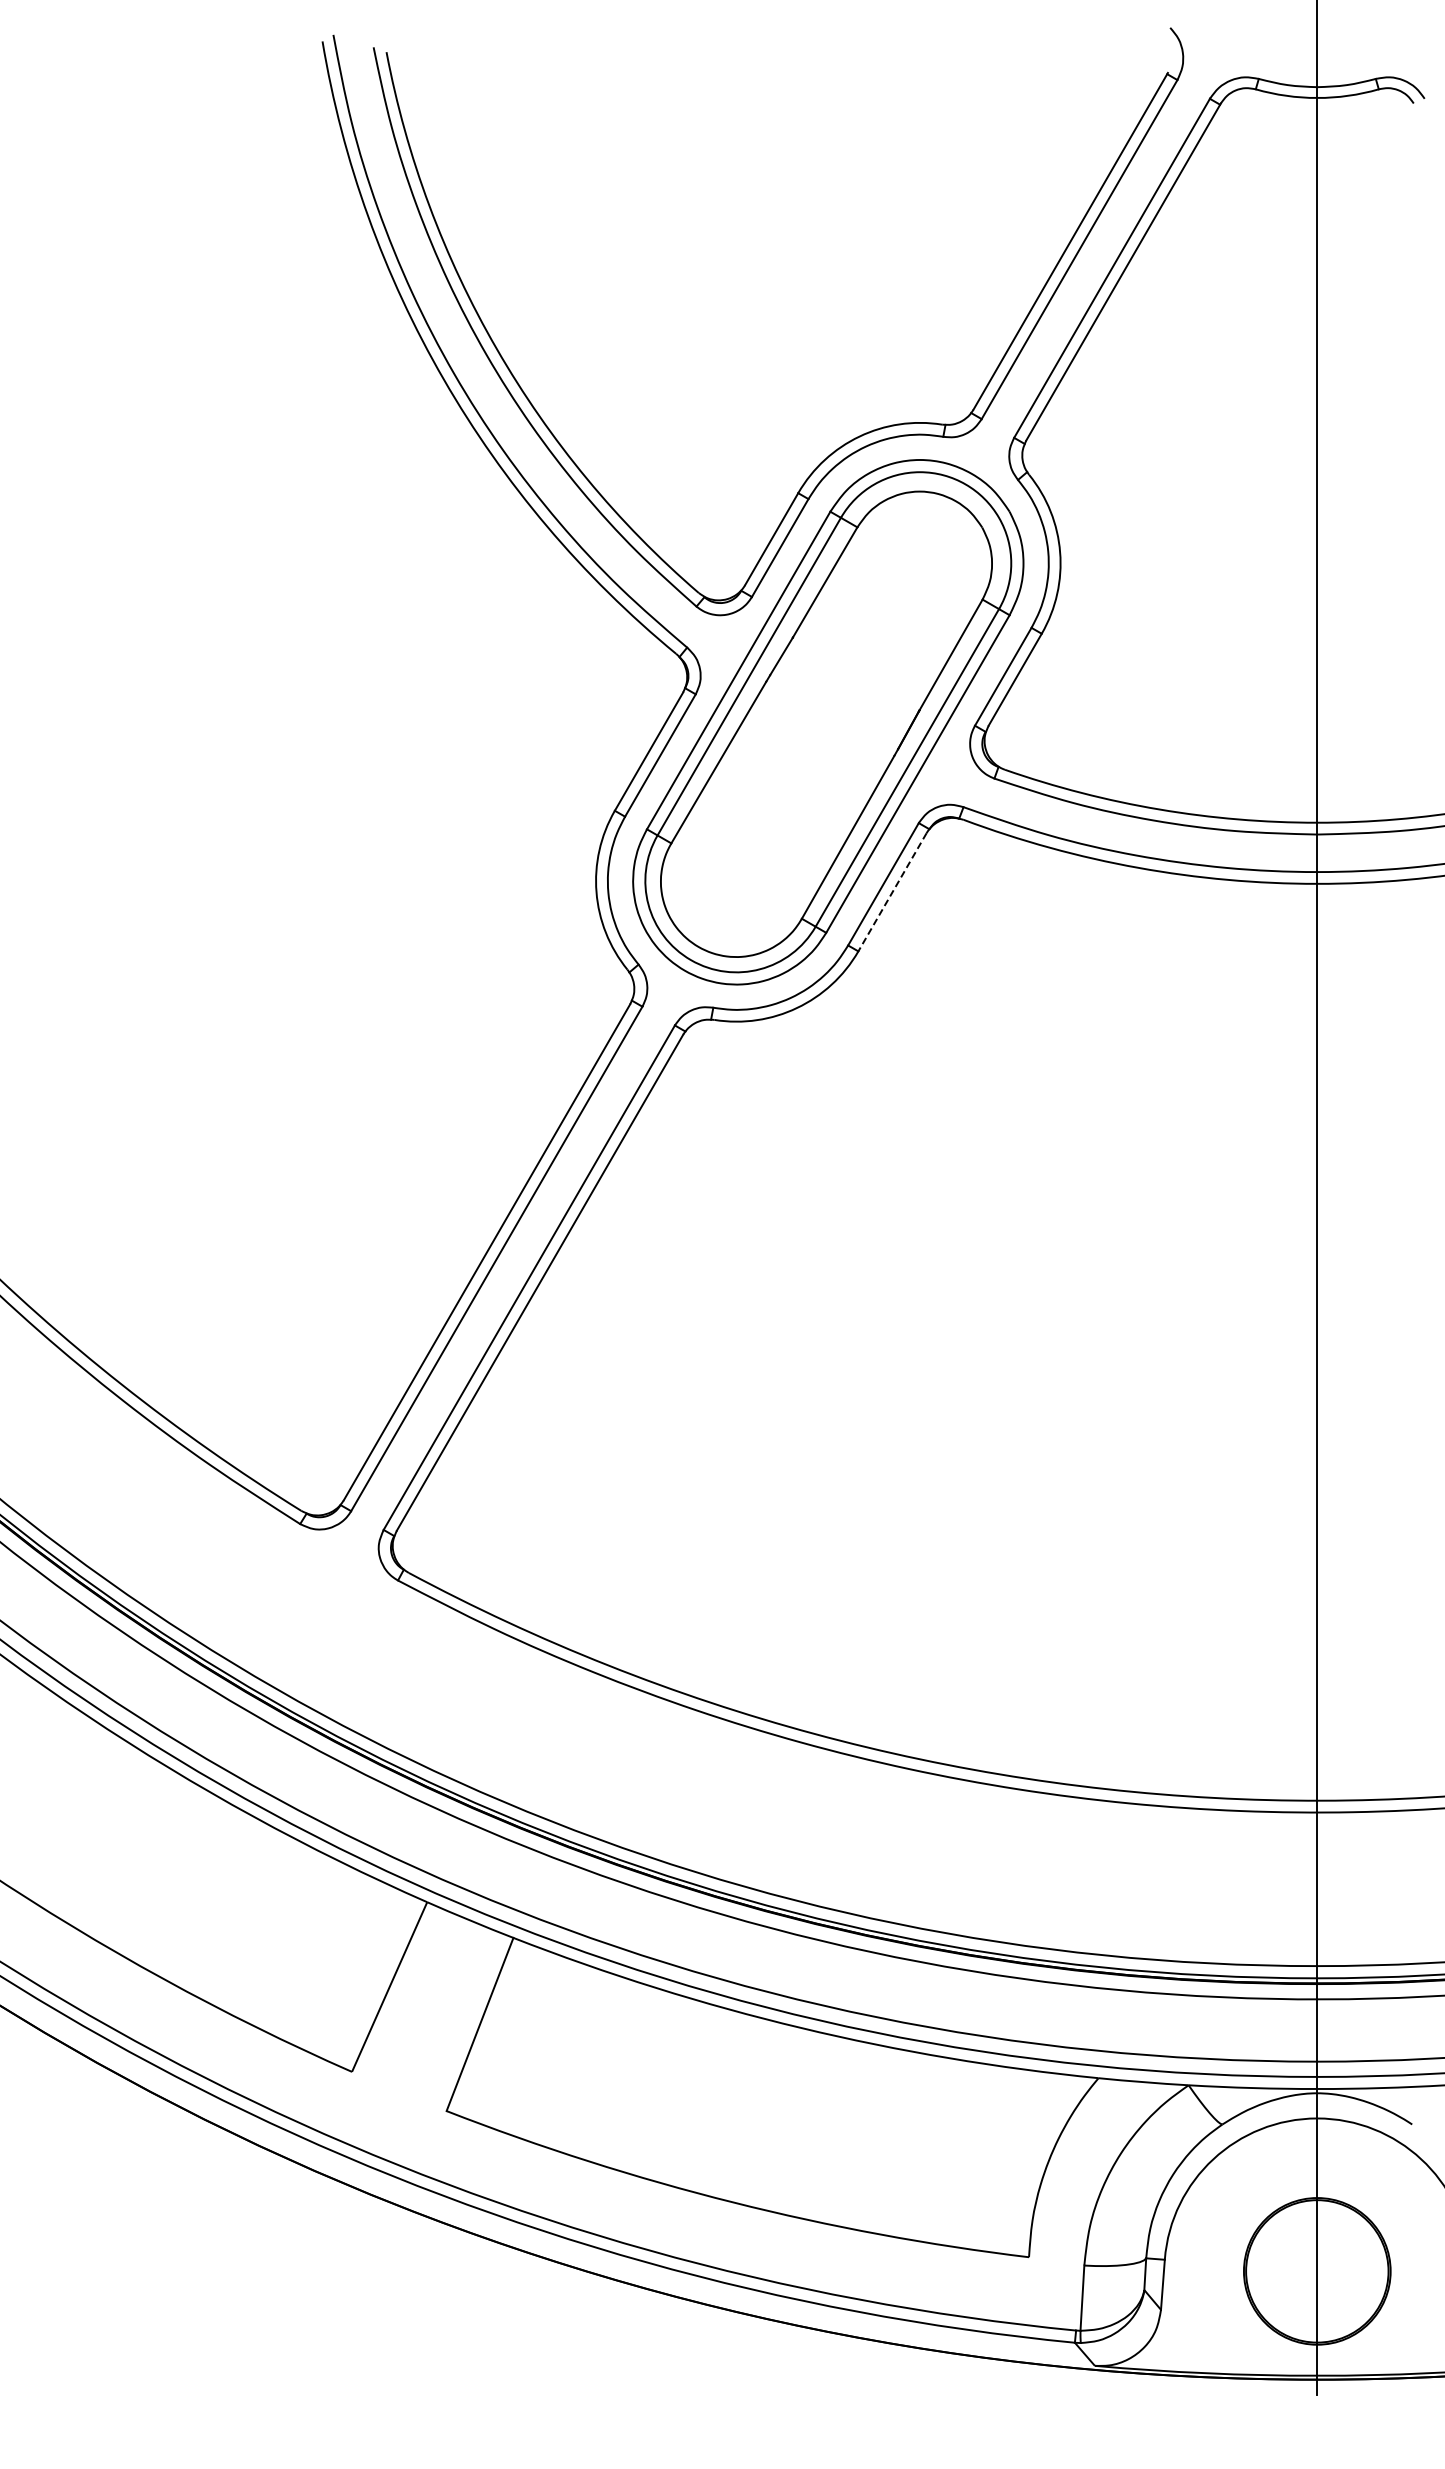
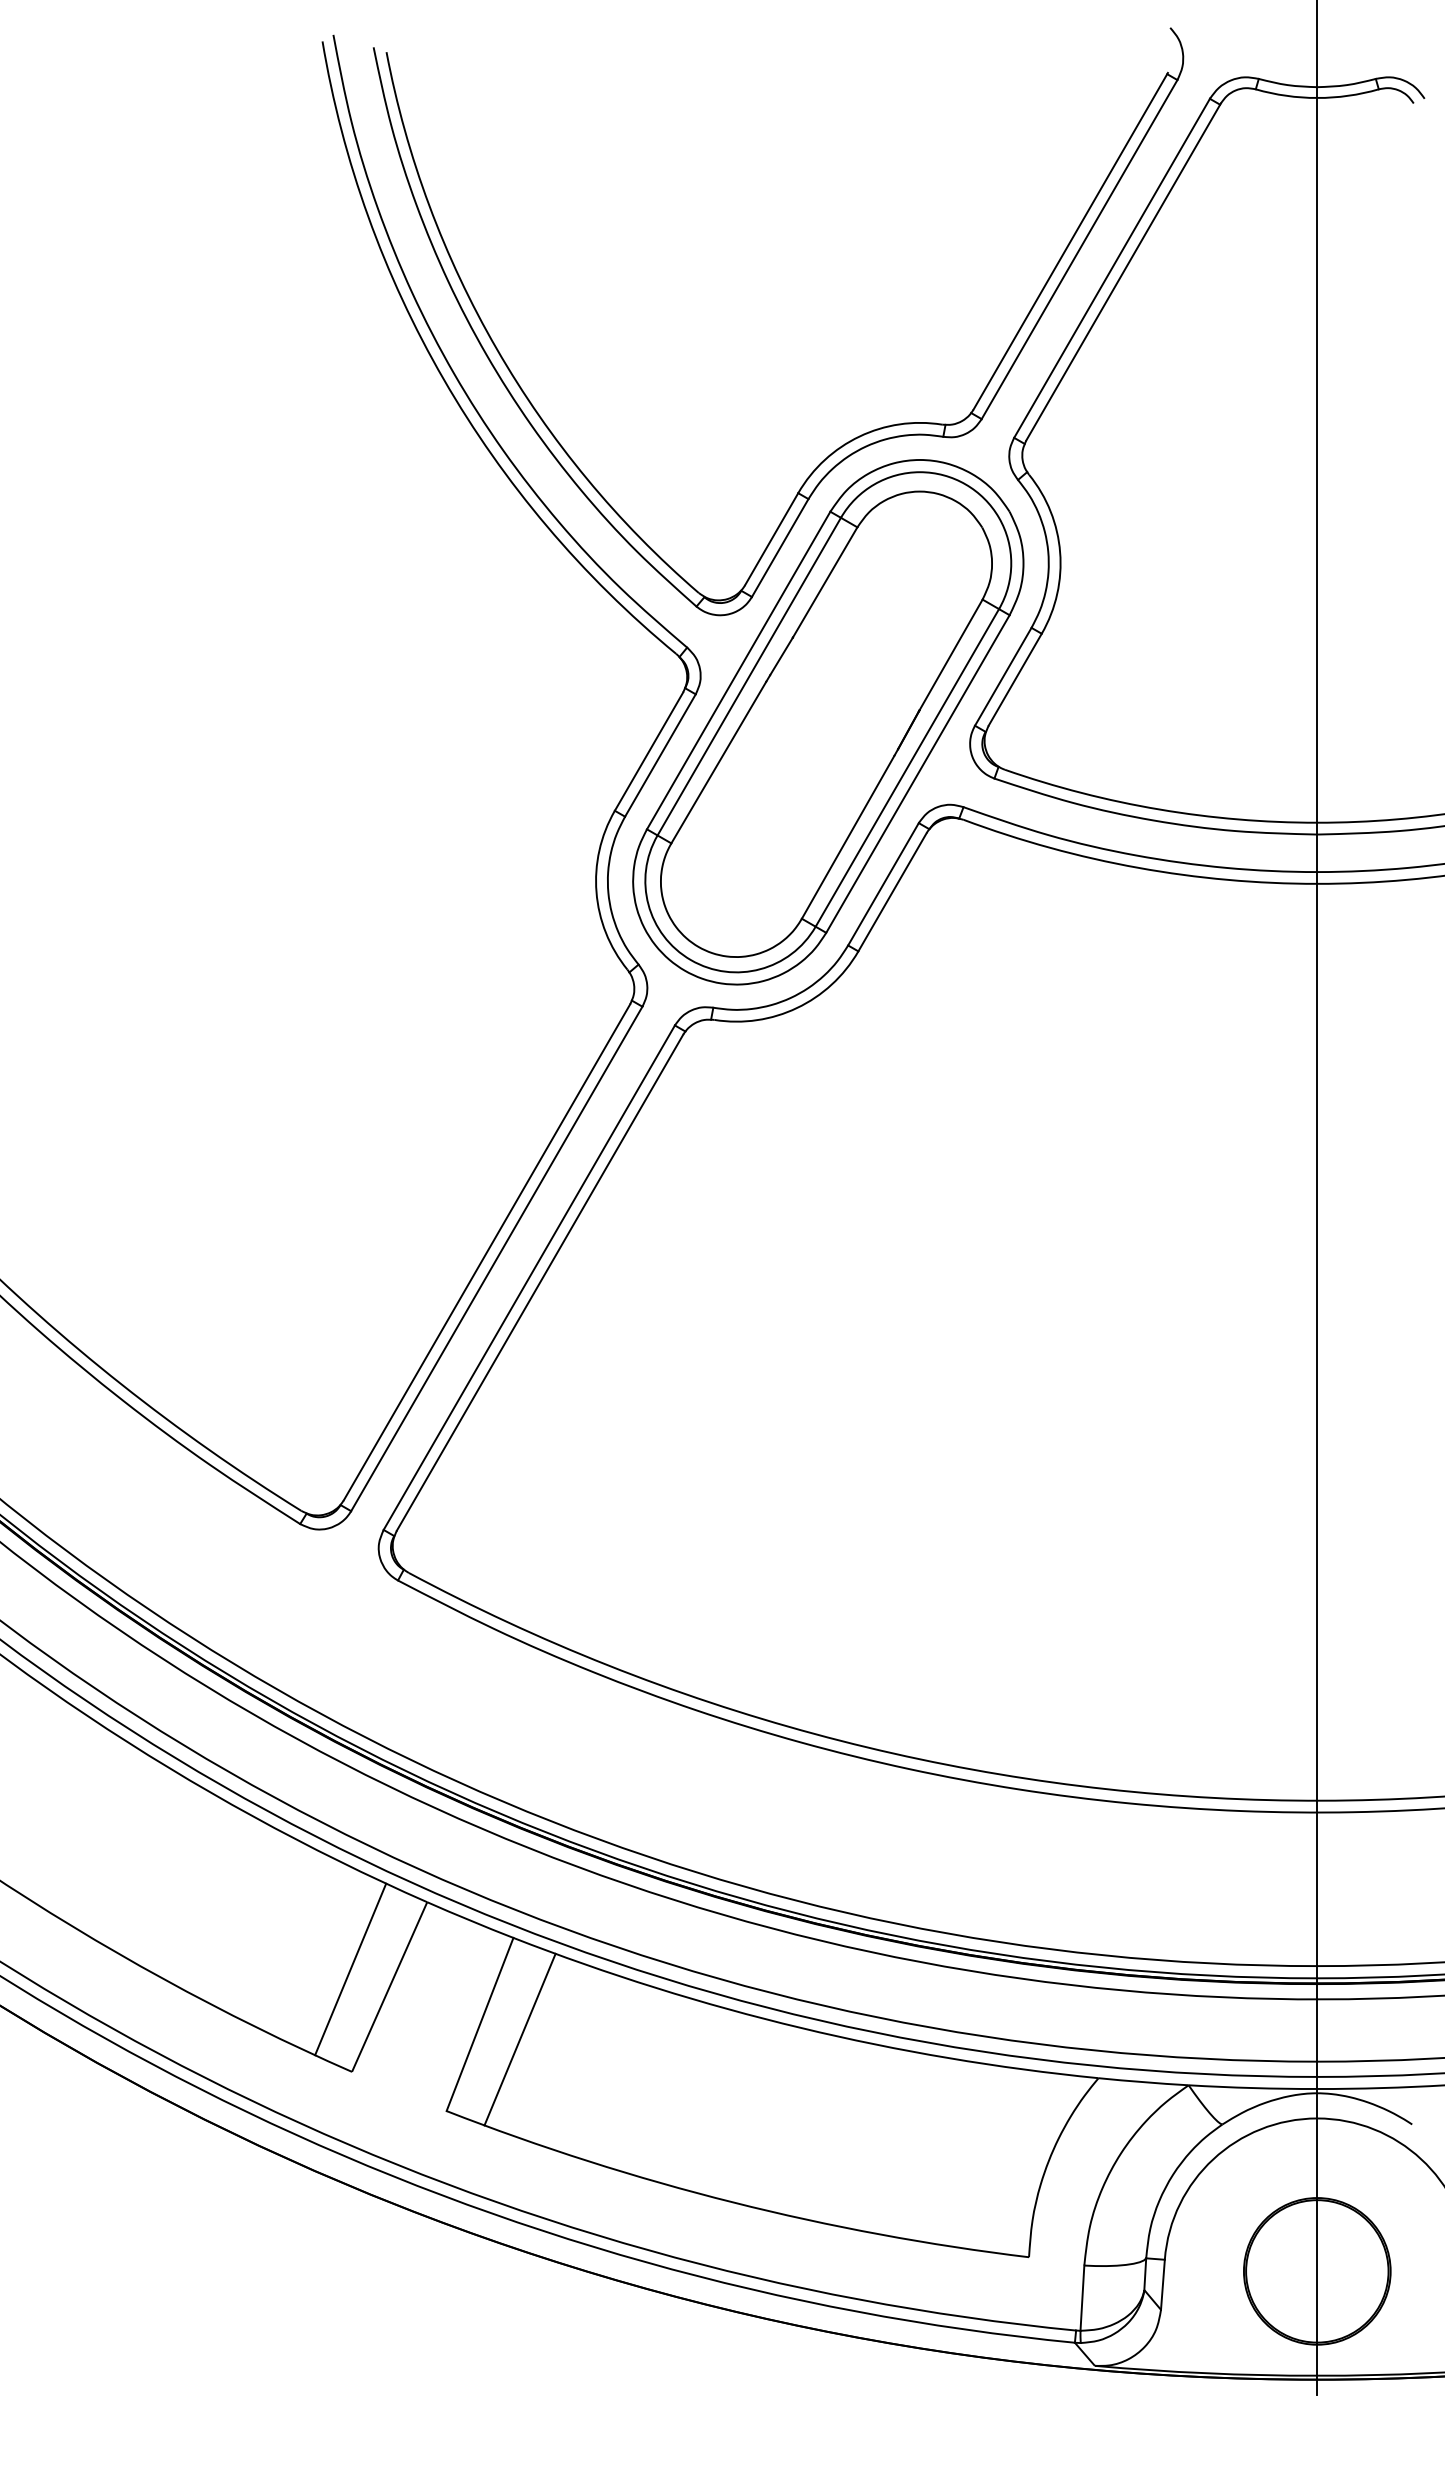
line at (892, 892): dashed -> solid
line at (350, 1969): none -> present
line at (519, 2039): none -> present
